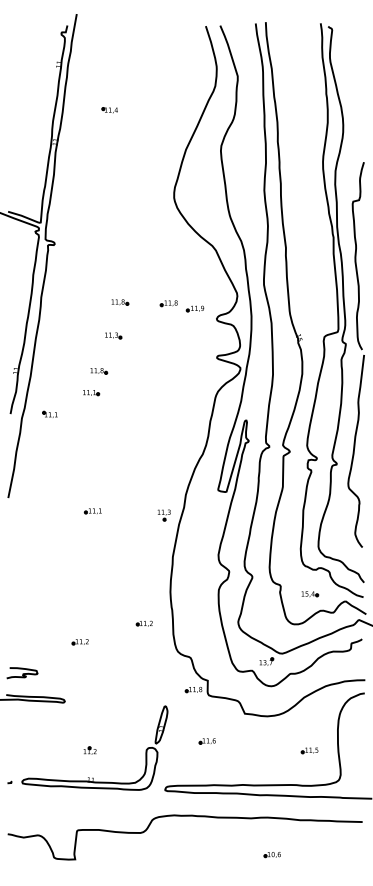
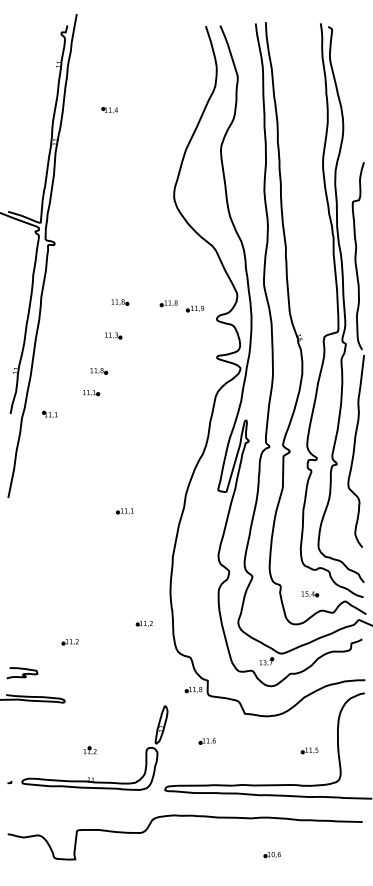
part at (92, 511) position: (92, 511) -> (124, 511)
part at (163, 515): present -> none
part at (79, 642) position: (79, 642) -> (69, 642)
